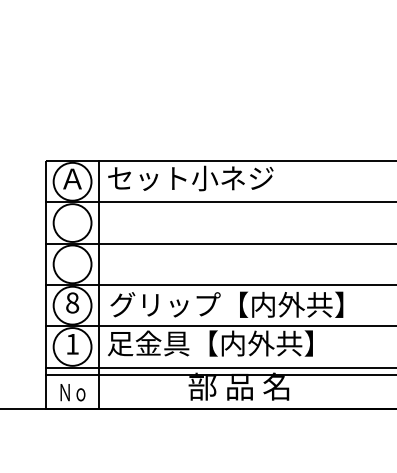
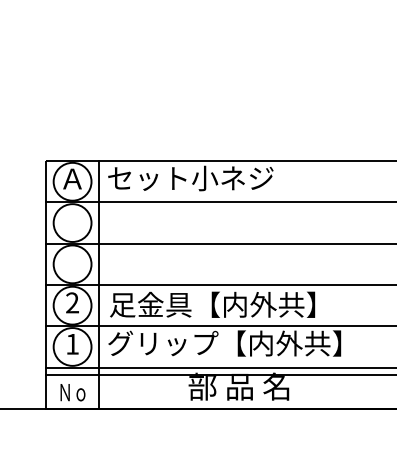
text at (72, 302): 8 -> 2
text at (226, 304): グリップ【内外共】 -> 足金具【内外共】
text at (224, 343): 足金具【内外共】 -> グリップ【内外共】
